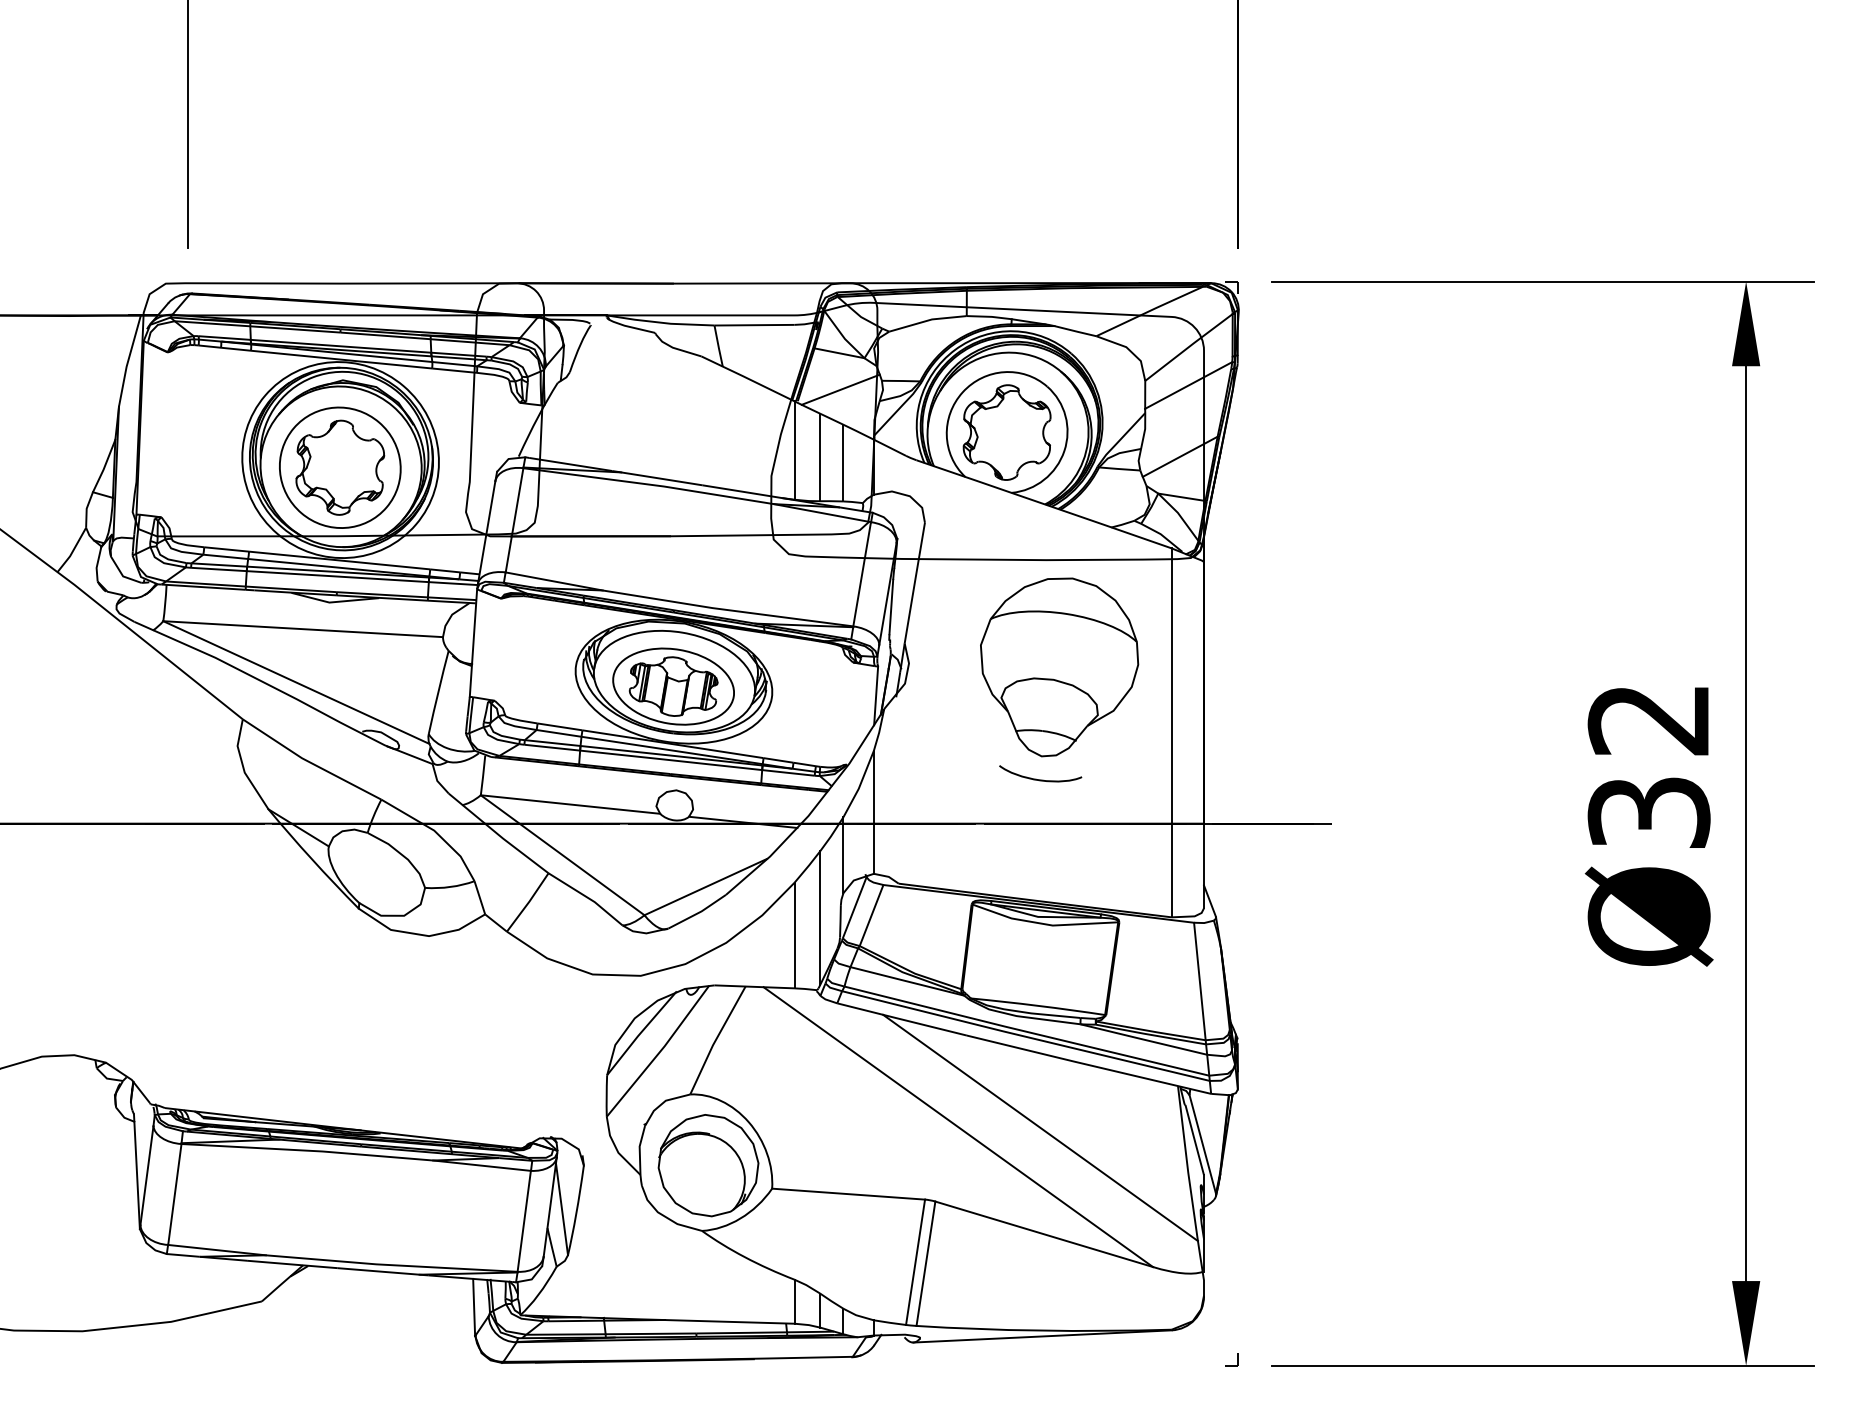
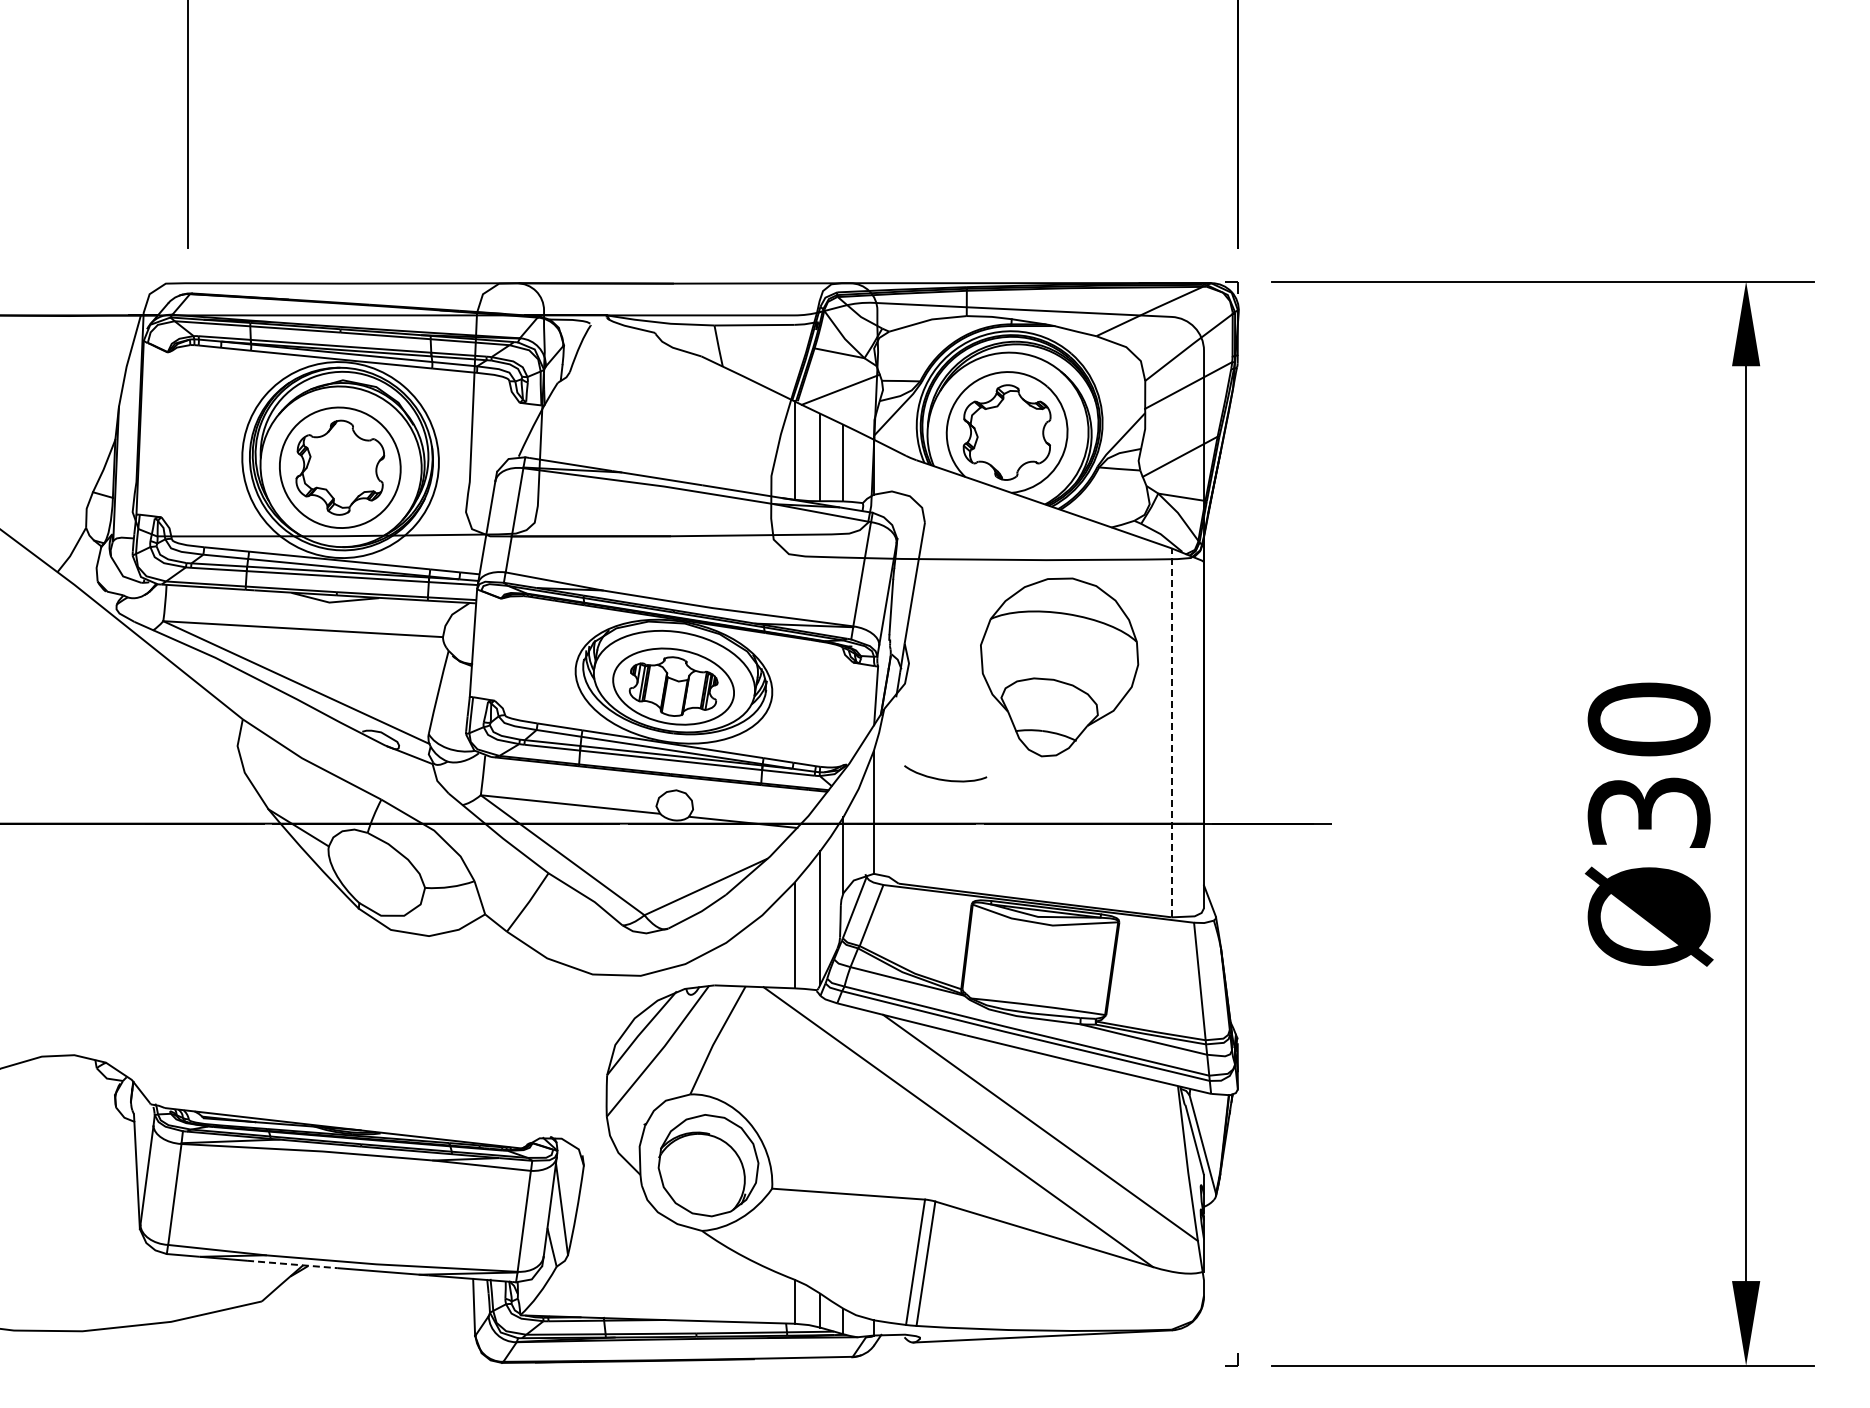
text at (1648, 719): Ø32 -> Ø30
line at (1171, 732): solid -> dashed
curve at (1040, 779) position: (1040, 779) -> (945, 779)
line at (293, 1264): solid -> dashed
